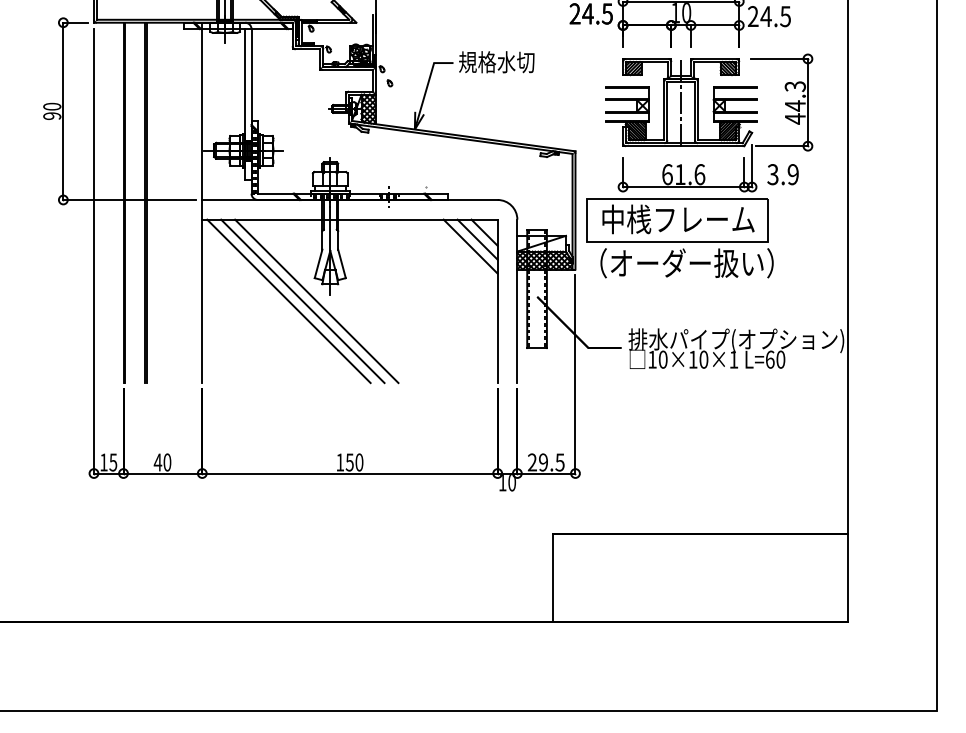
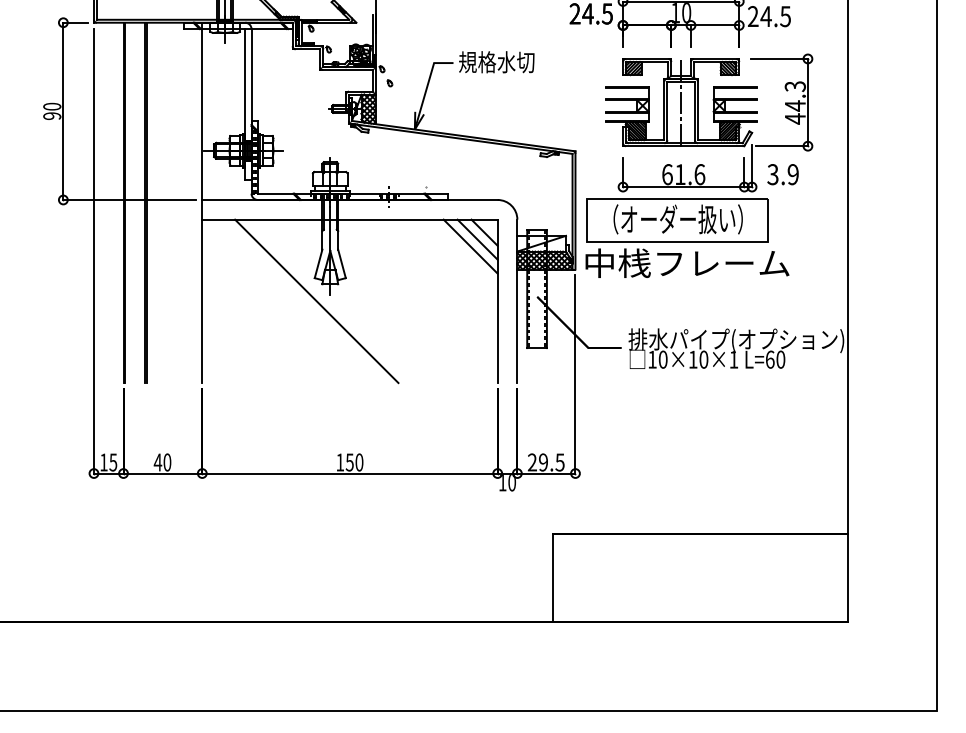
text at (678, 219): 中桟フレーム -> （オーダー扱い）
text at (687, 263): （オーダー扱い） -> 中桟フレーム
line at (288, 301): present -> none
line at (302, 301): present -> none
